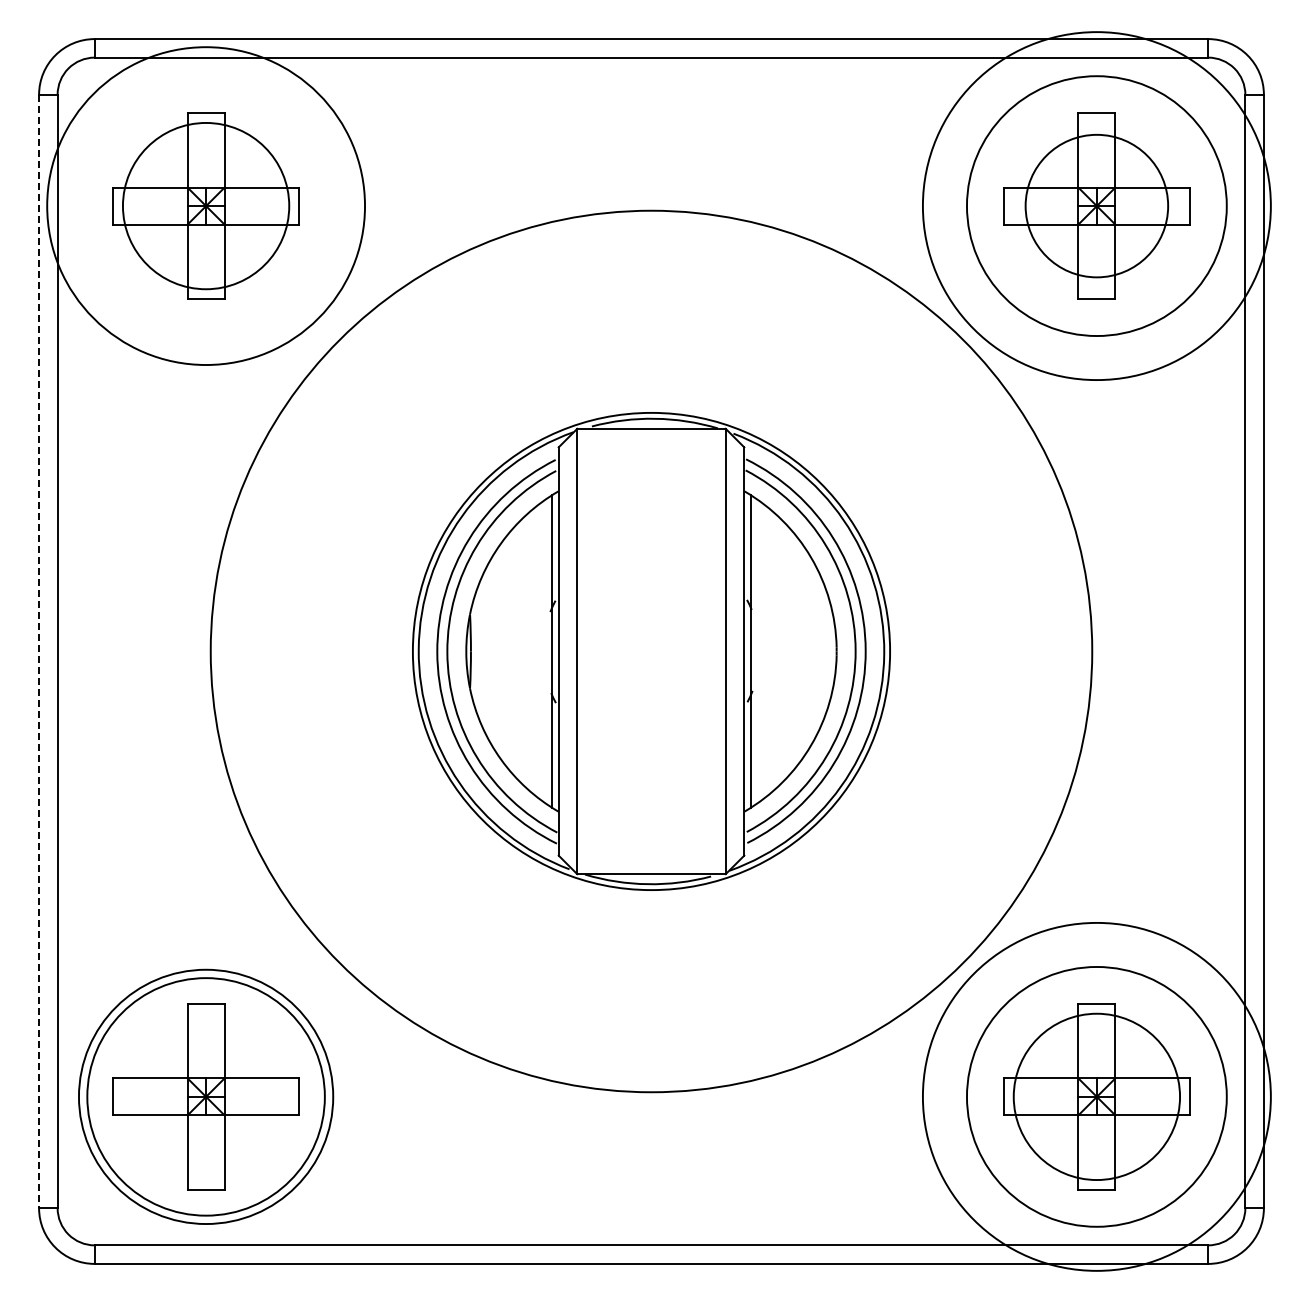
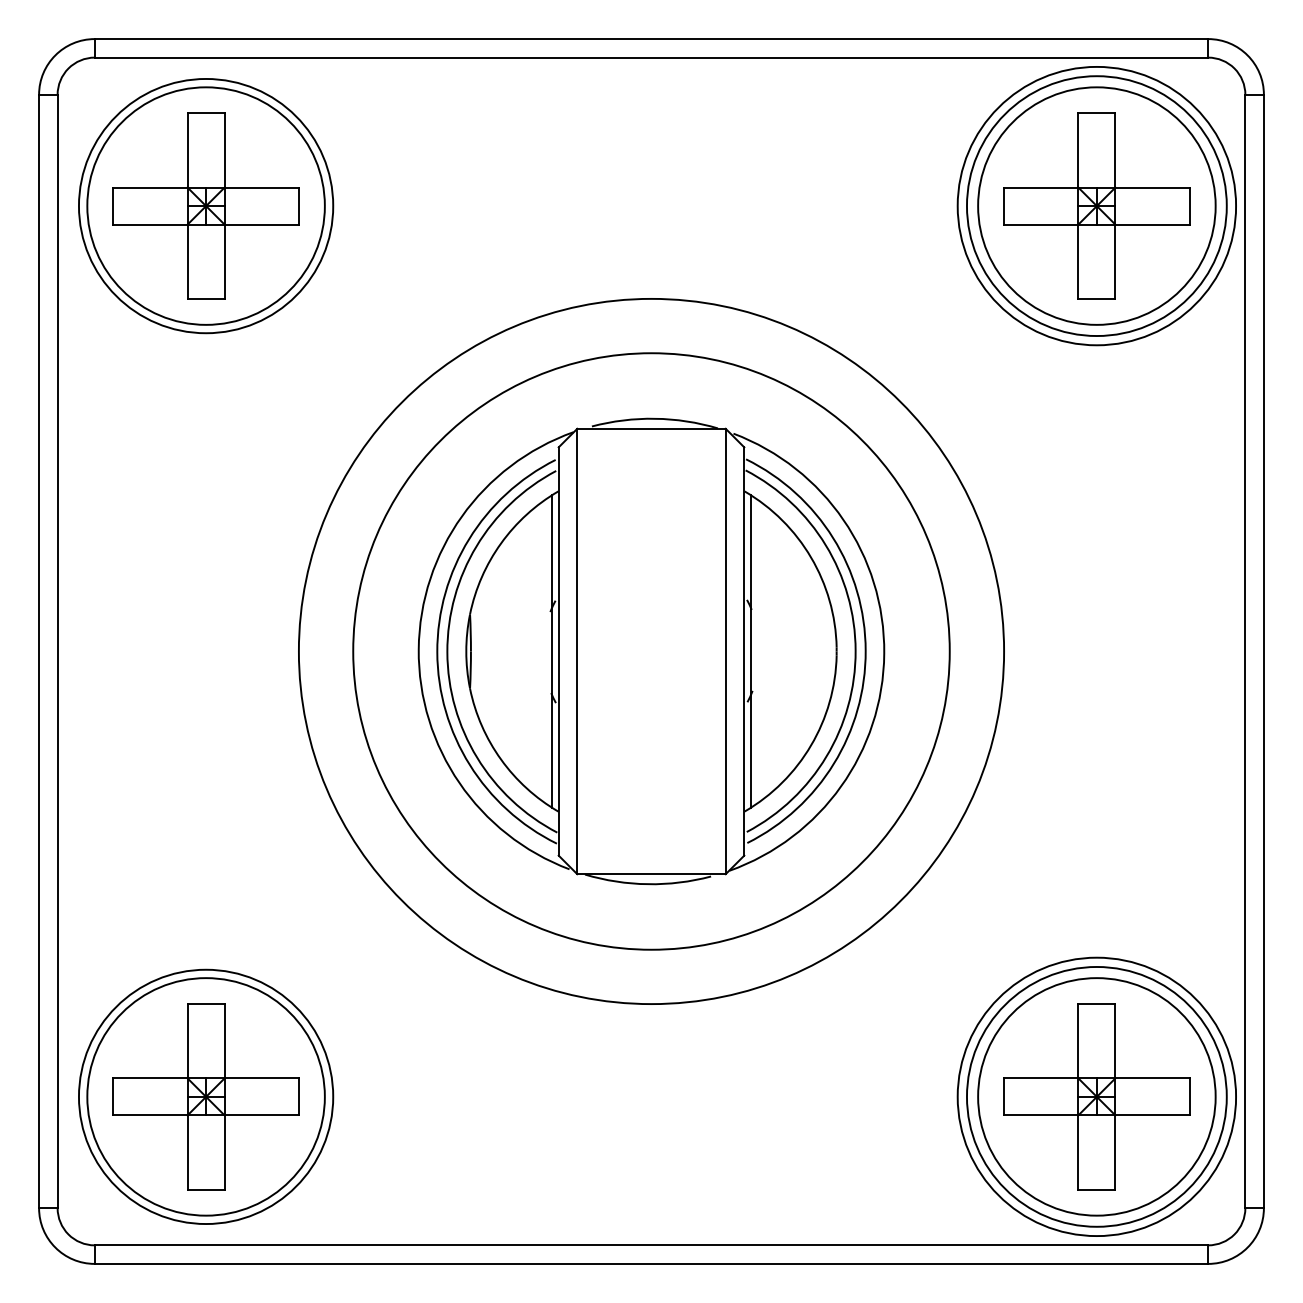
circle at (205, 205) diameter: 166 px -> 238 px
circle at (1096, 205) diameter: 143 px -> 238 px
circle at (206, 206) diameter: 318 px -> 254 px
circle at (1096, 206) diameter: 348 px -> 278 px
line at (39, 651): dashed -> solid
circle at (651, 651) diameter: 477 px -> 597 px
circle at (651, 651) diameter: 882 px -> 705 px
circle at (1096, 1096) diameter: 166 px -> 238 px
circle at (1096, 1096) diameter: 348 px -> 278 px
